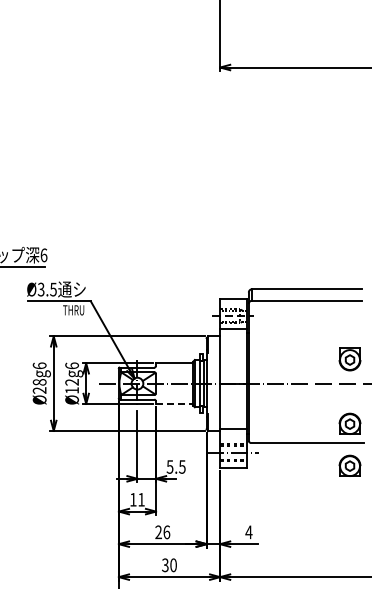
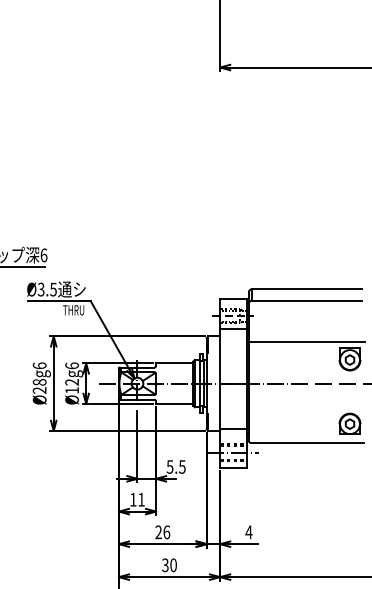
line at (306, 341): none -> present
line at (173, 403): dashed -> solid
part at (349, 465): present -> none
